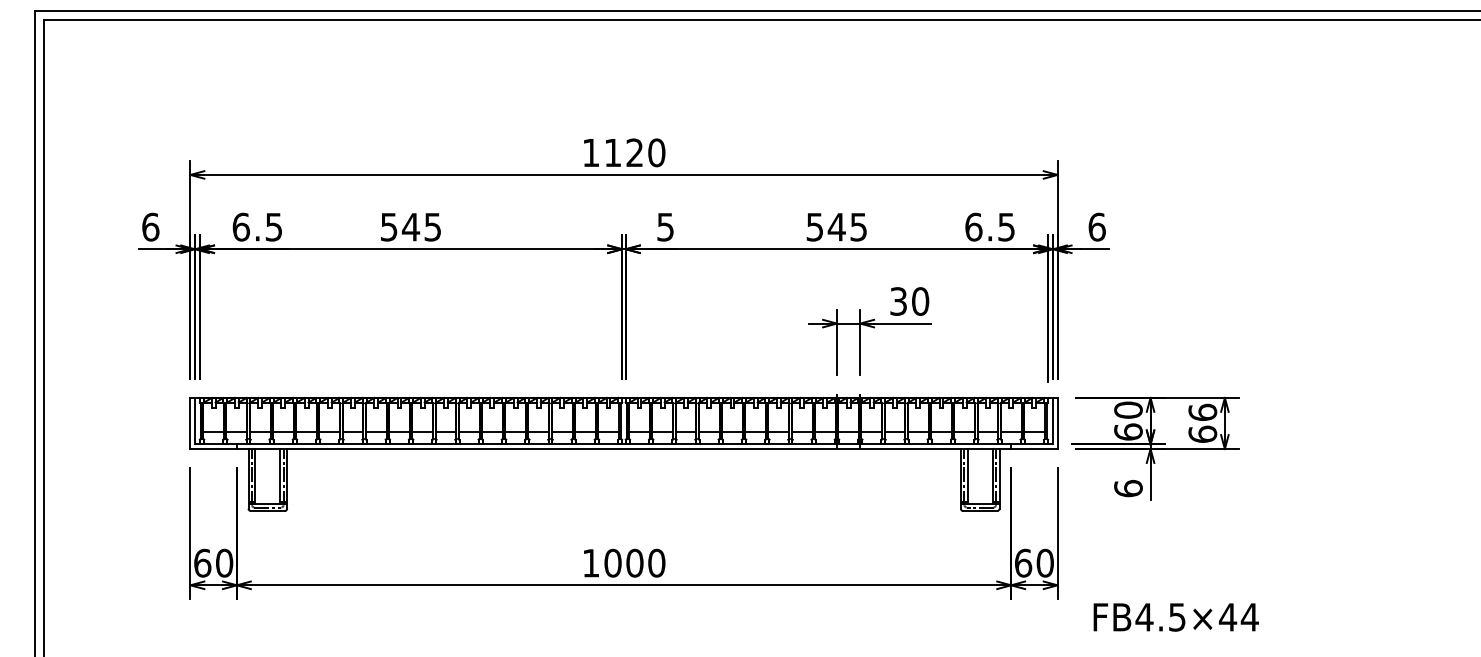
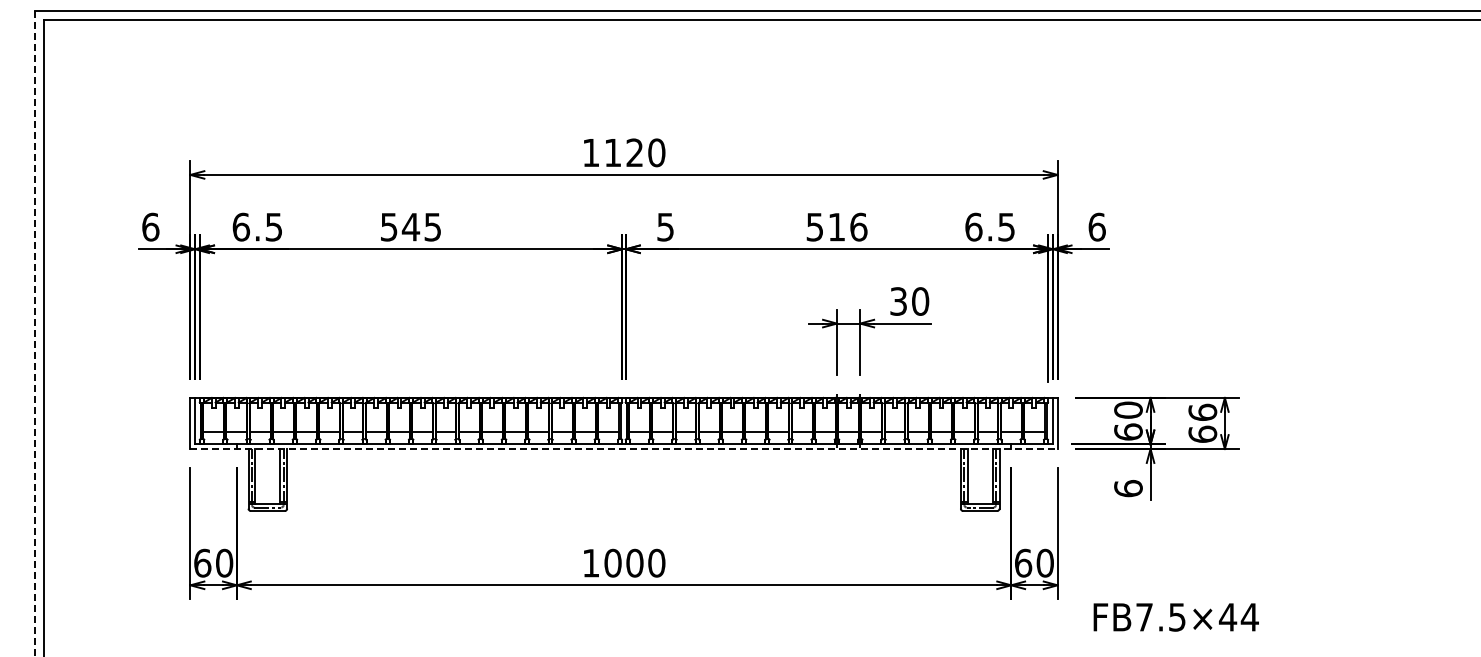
text at (847, 226): 545 -> 516
line at (35, 333): solid -> dashed
line at (624, 449): solid -> dashed
text at (1144, 617): FB4.5×44 -> FB7.5×44
